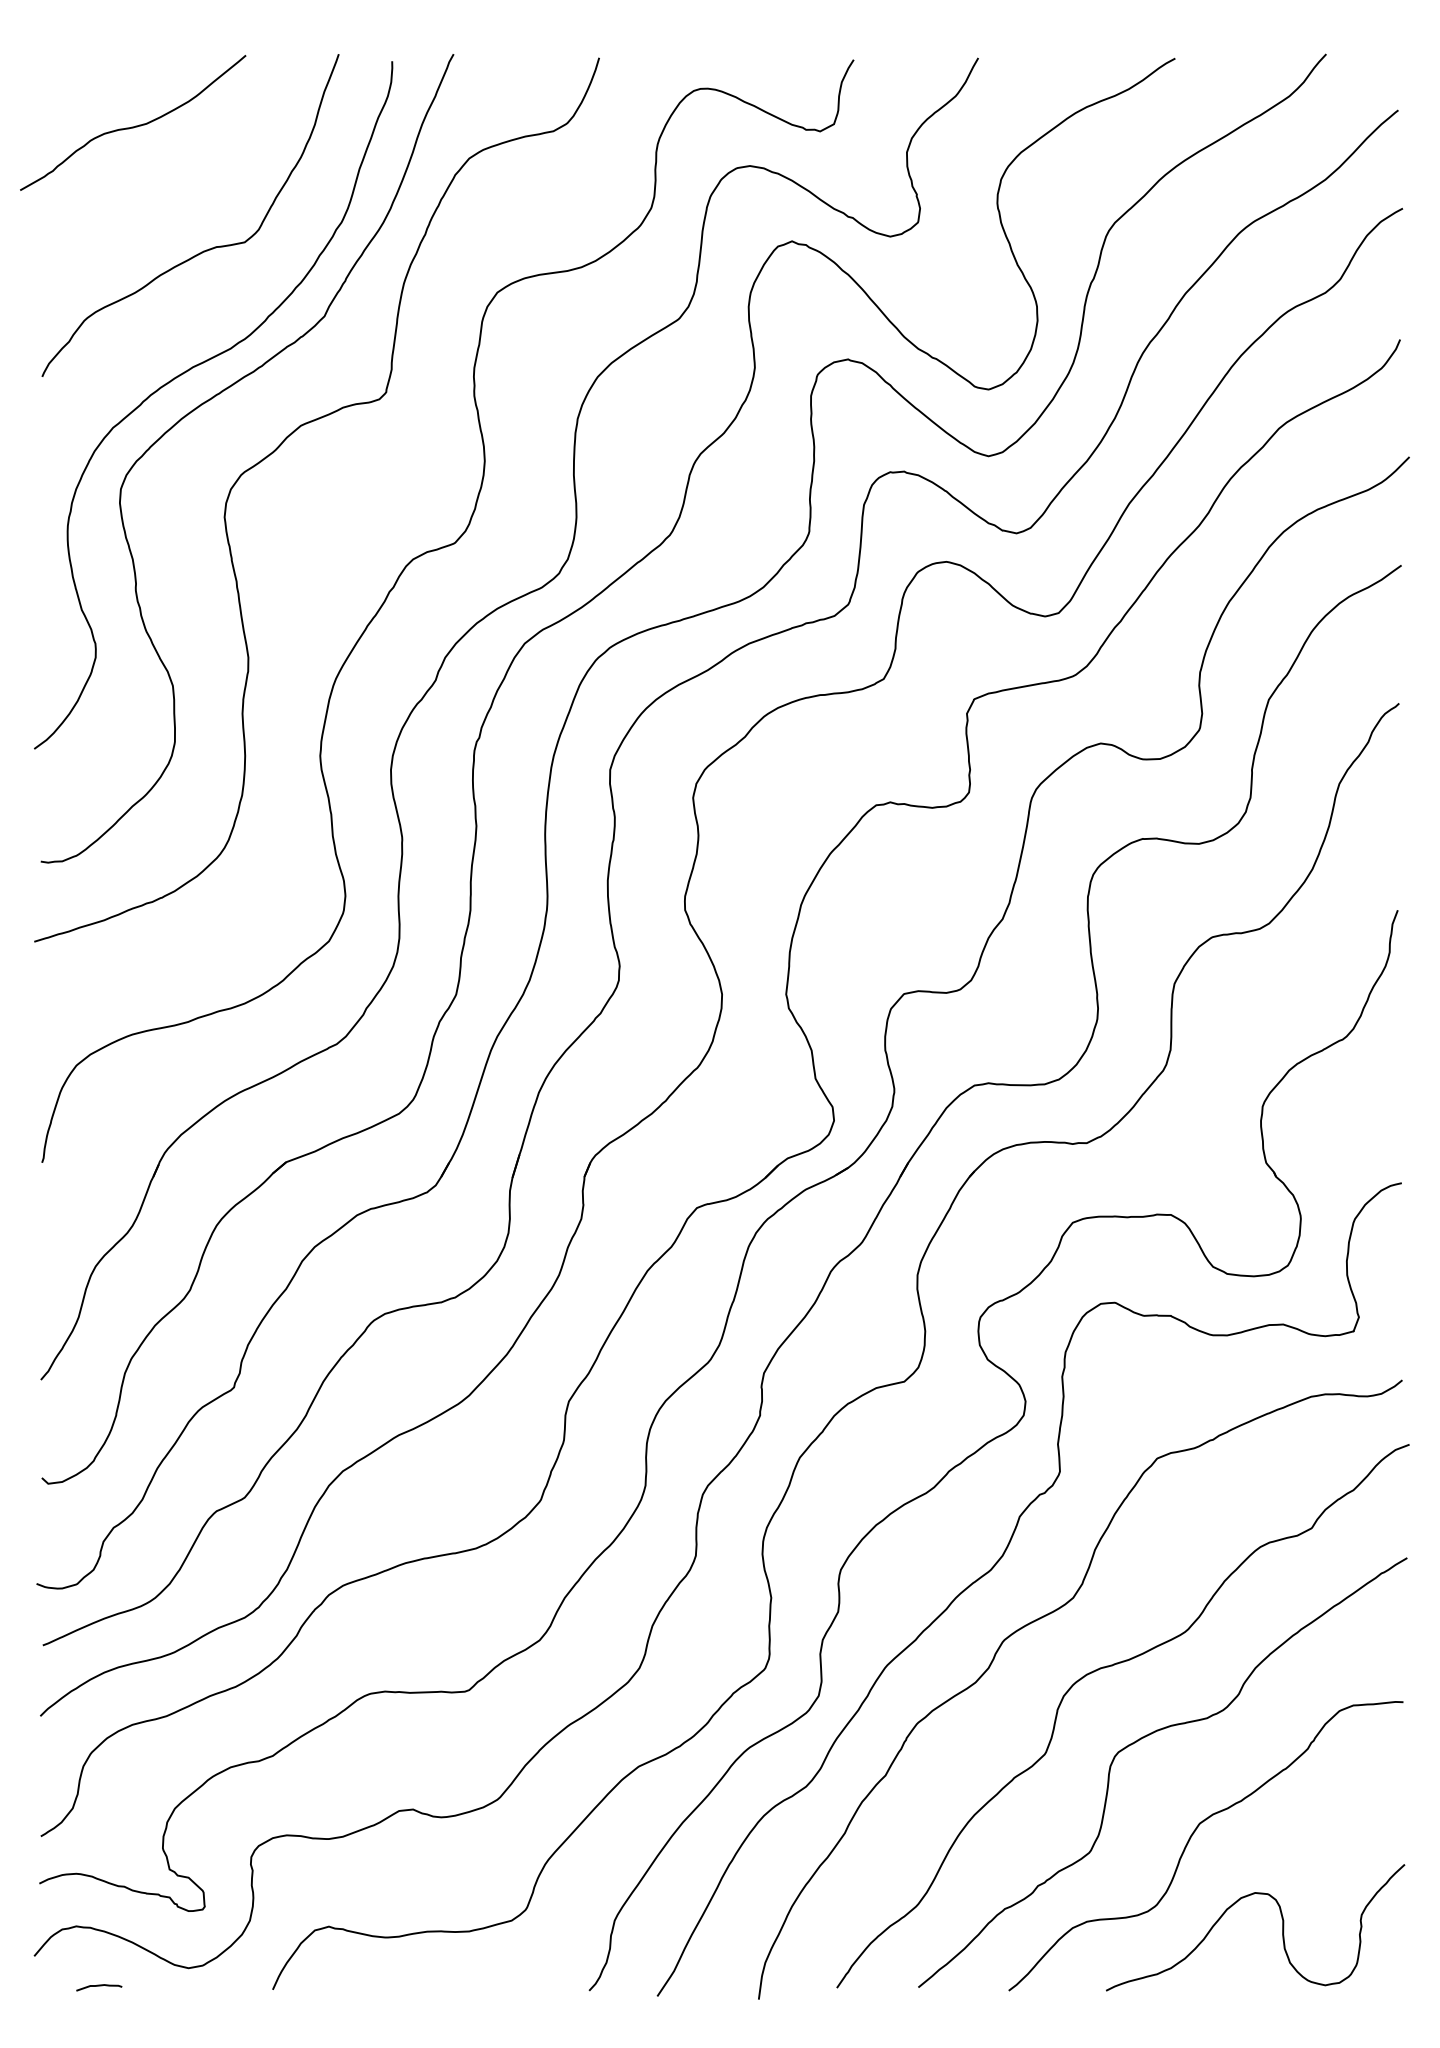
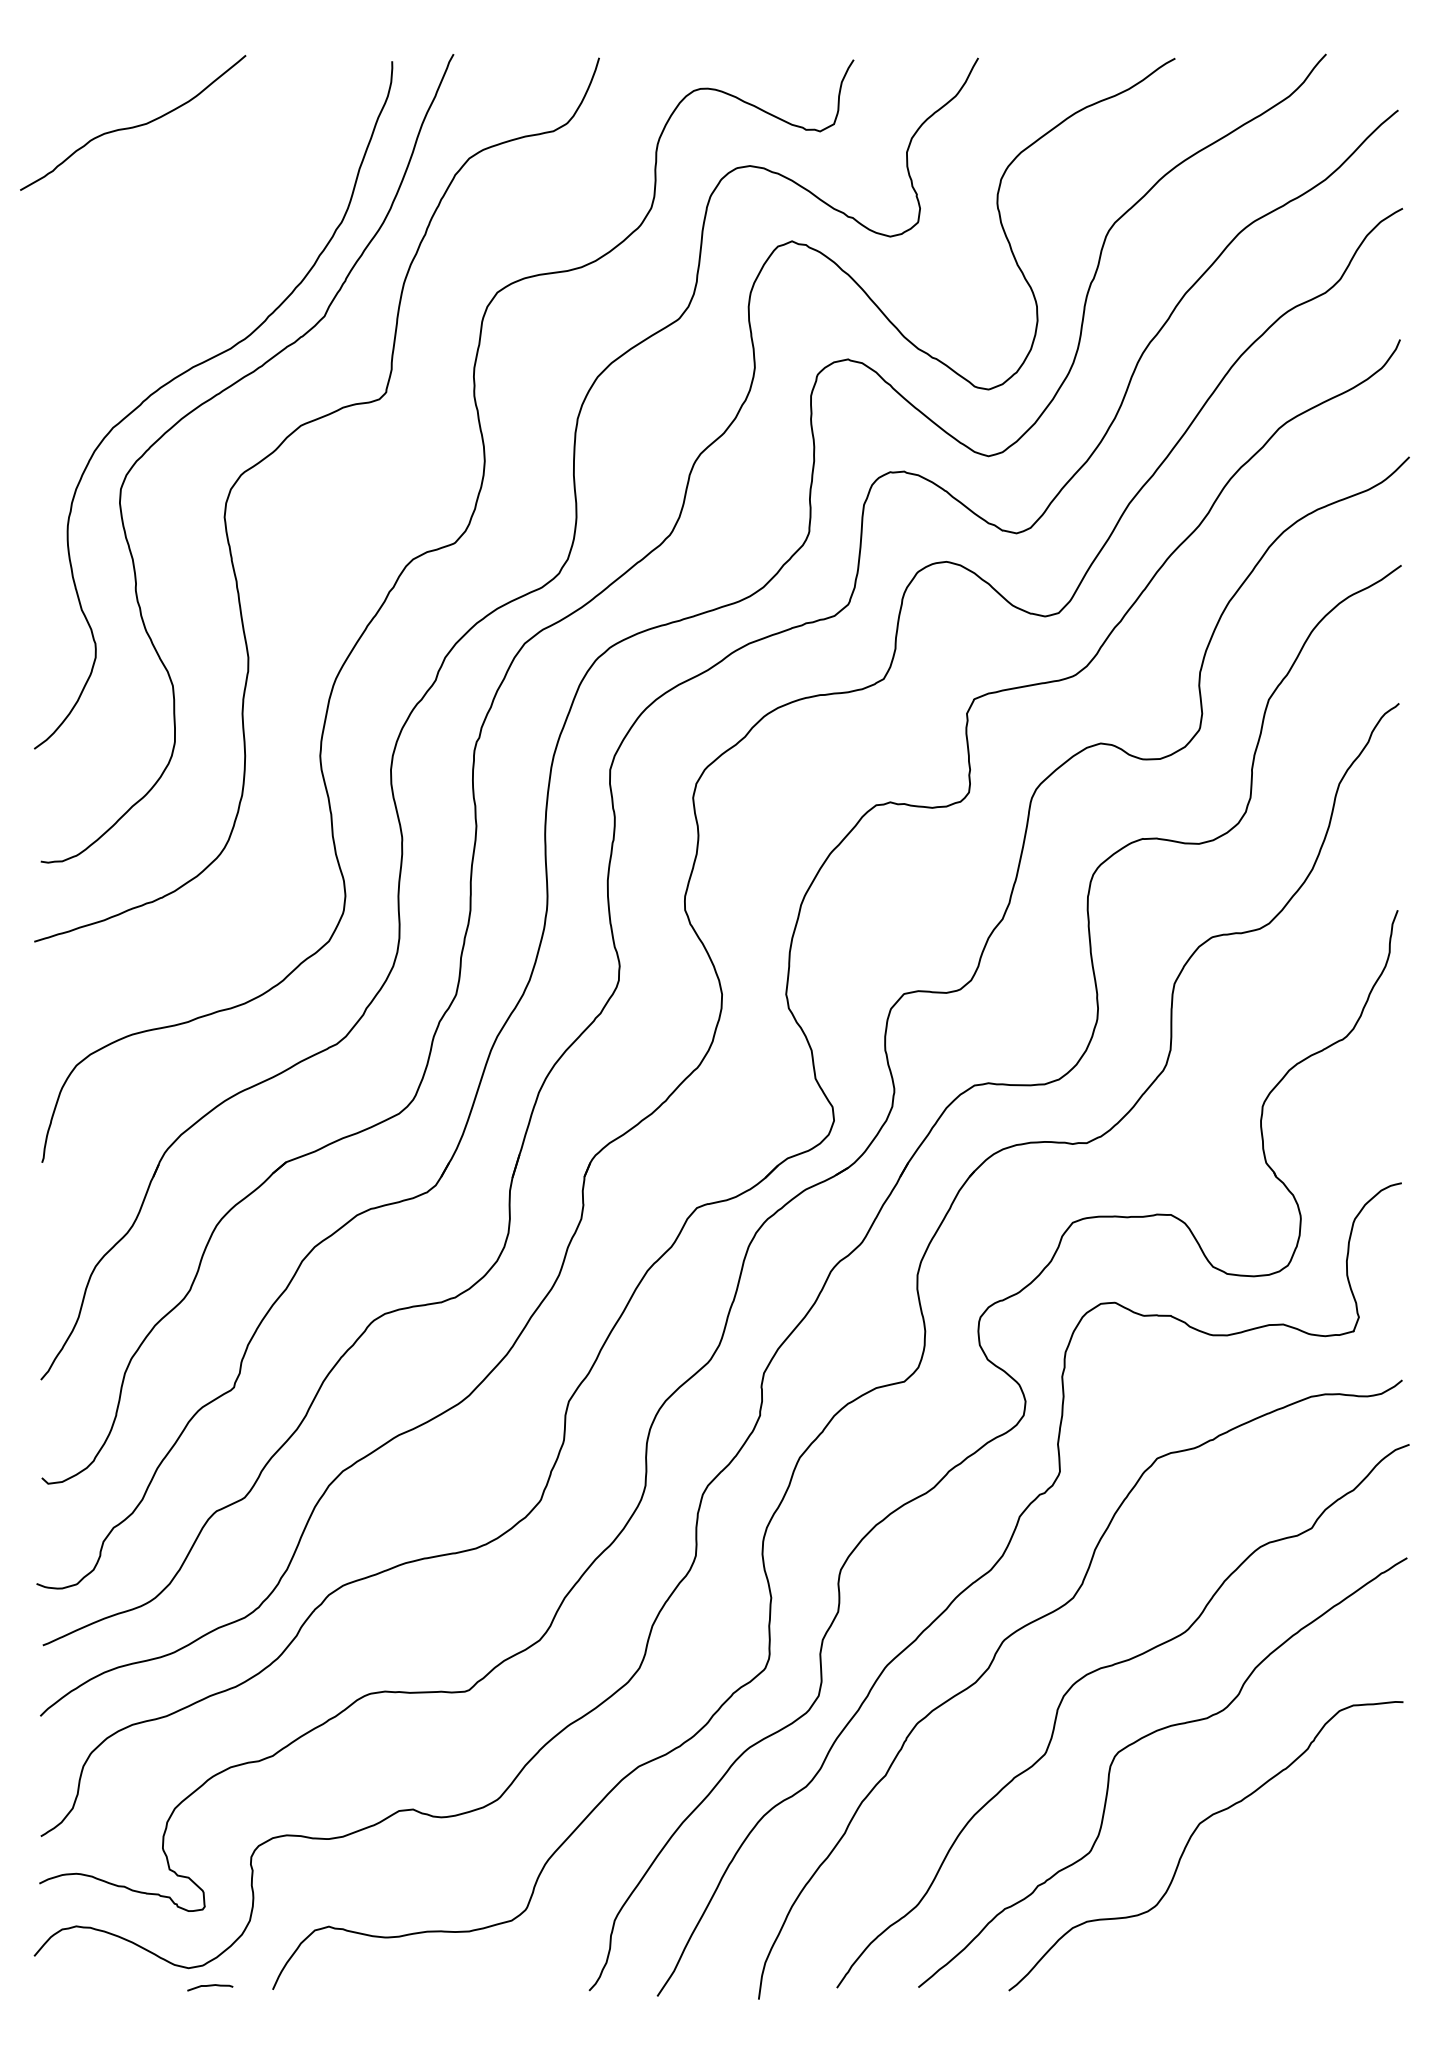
curve at (203, 250): present -> none
curve at (1282, 1927): present -> none
curve at (99, 1986) position: (99, 1986) -> (210, 1986)
